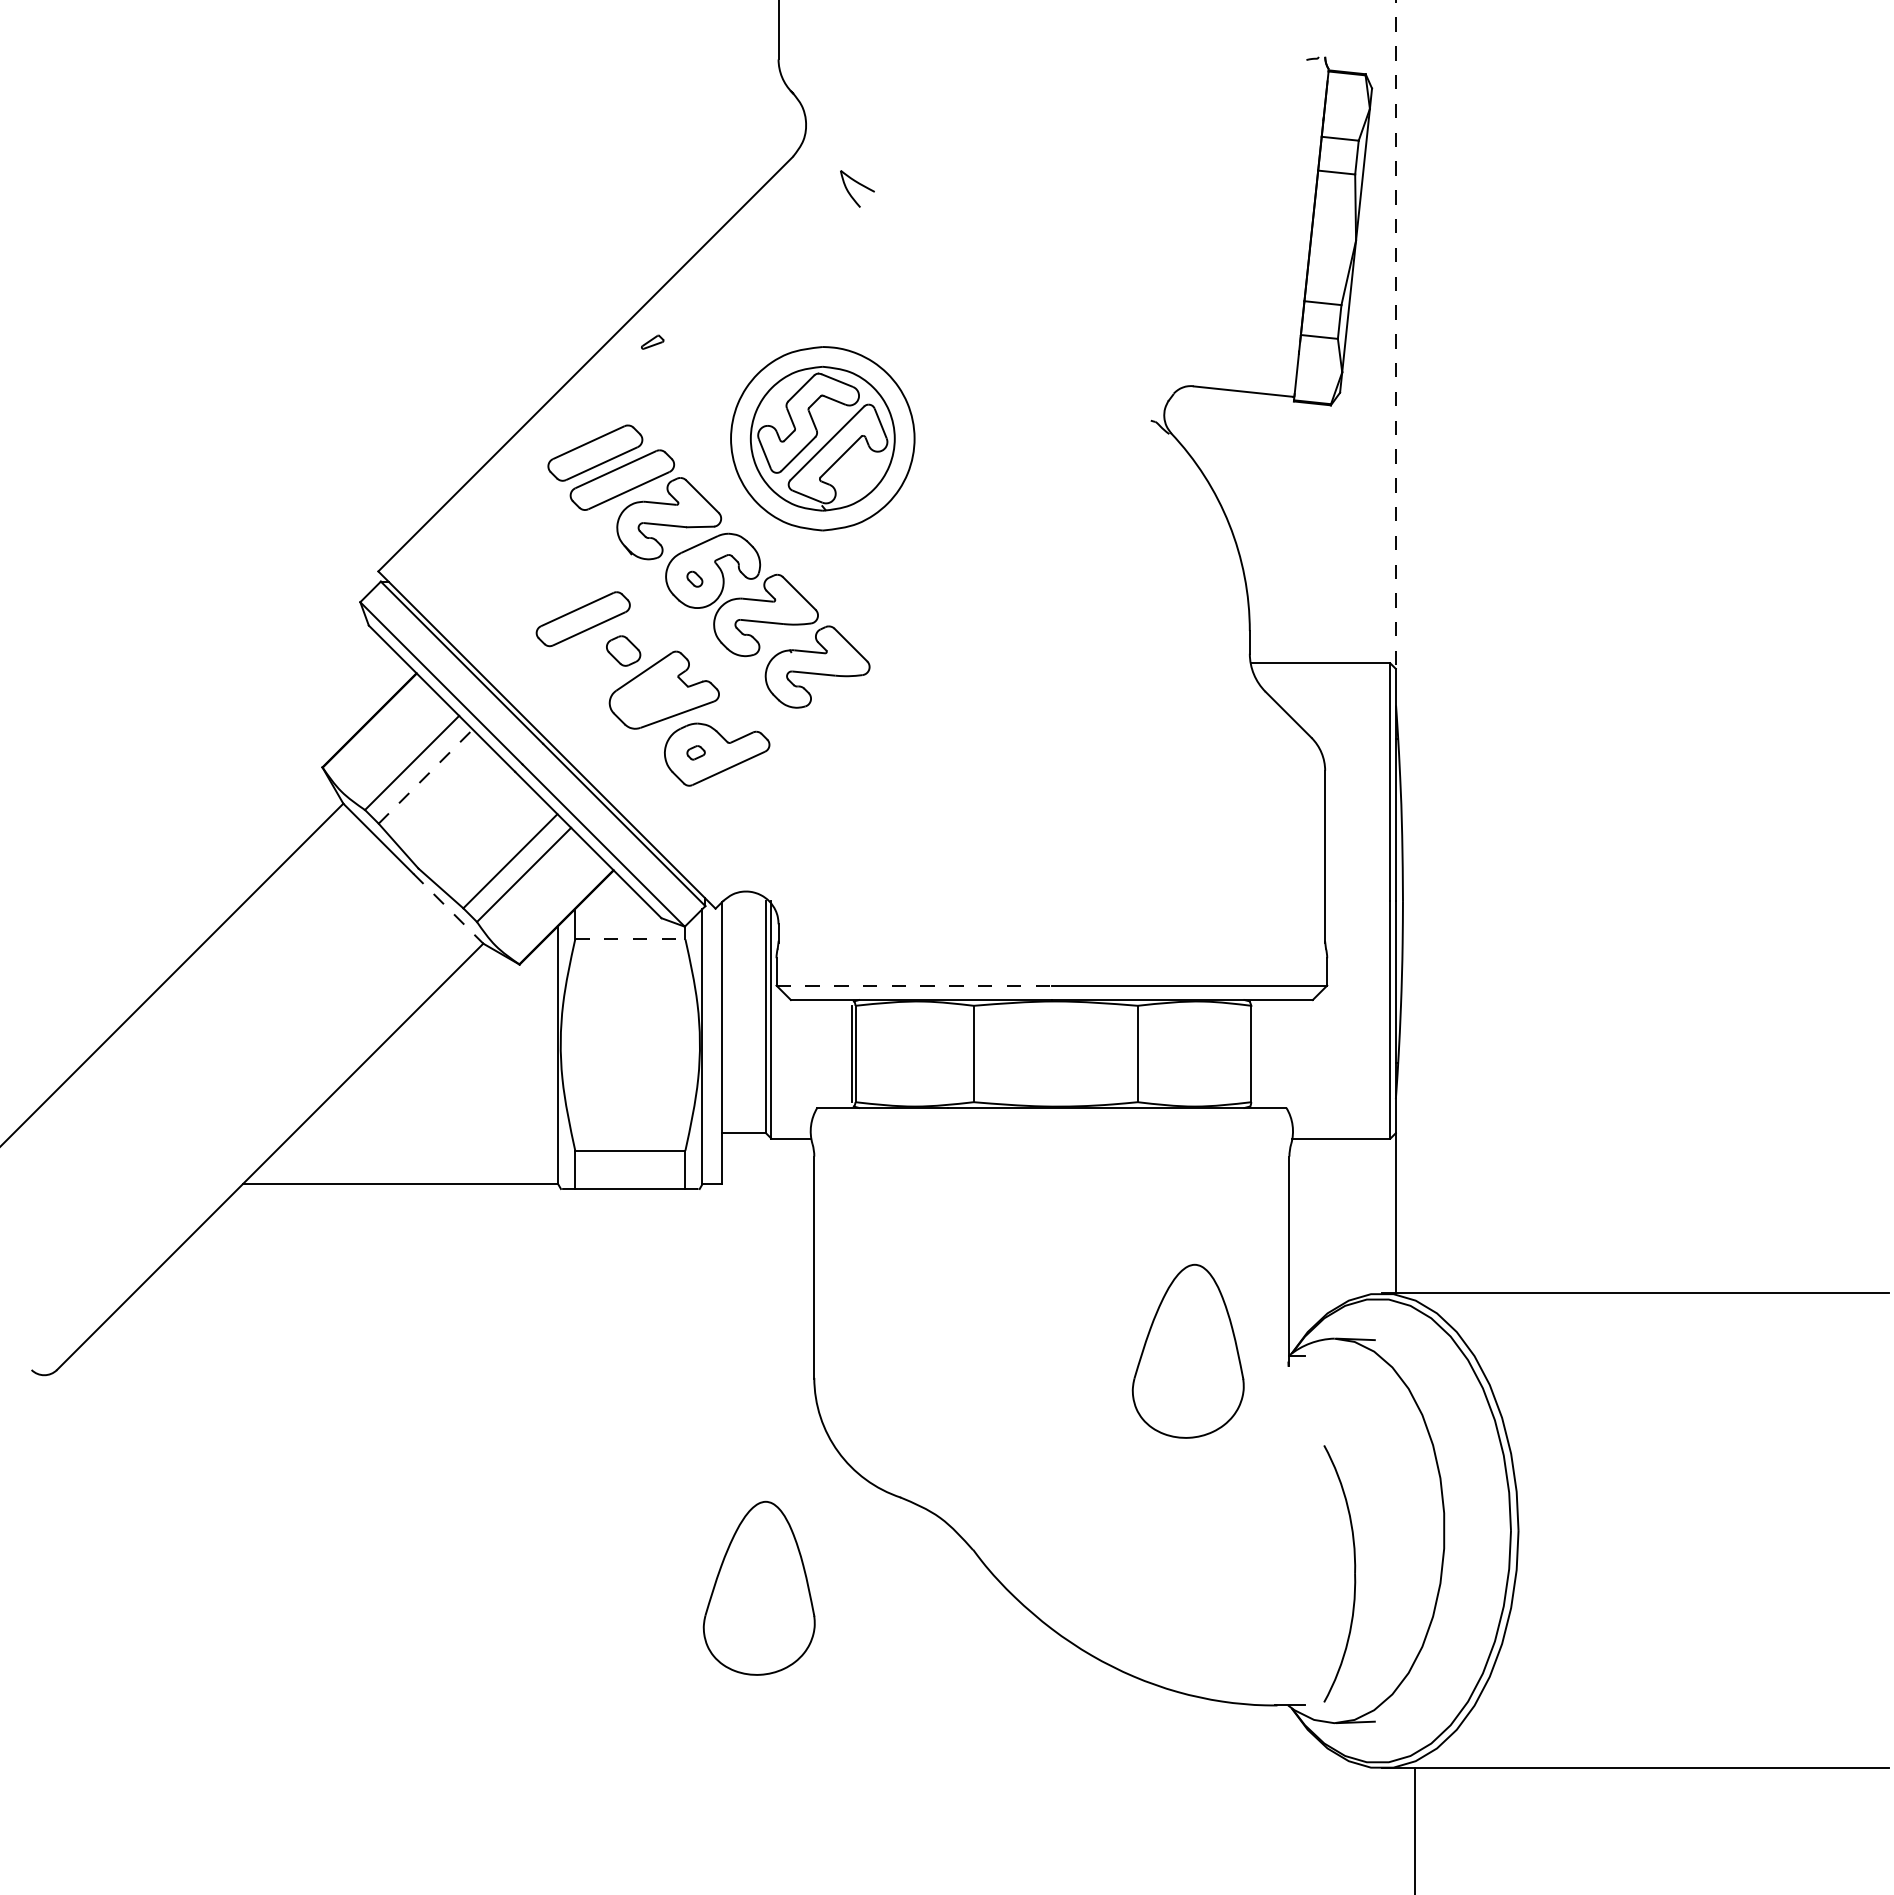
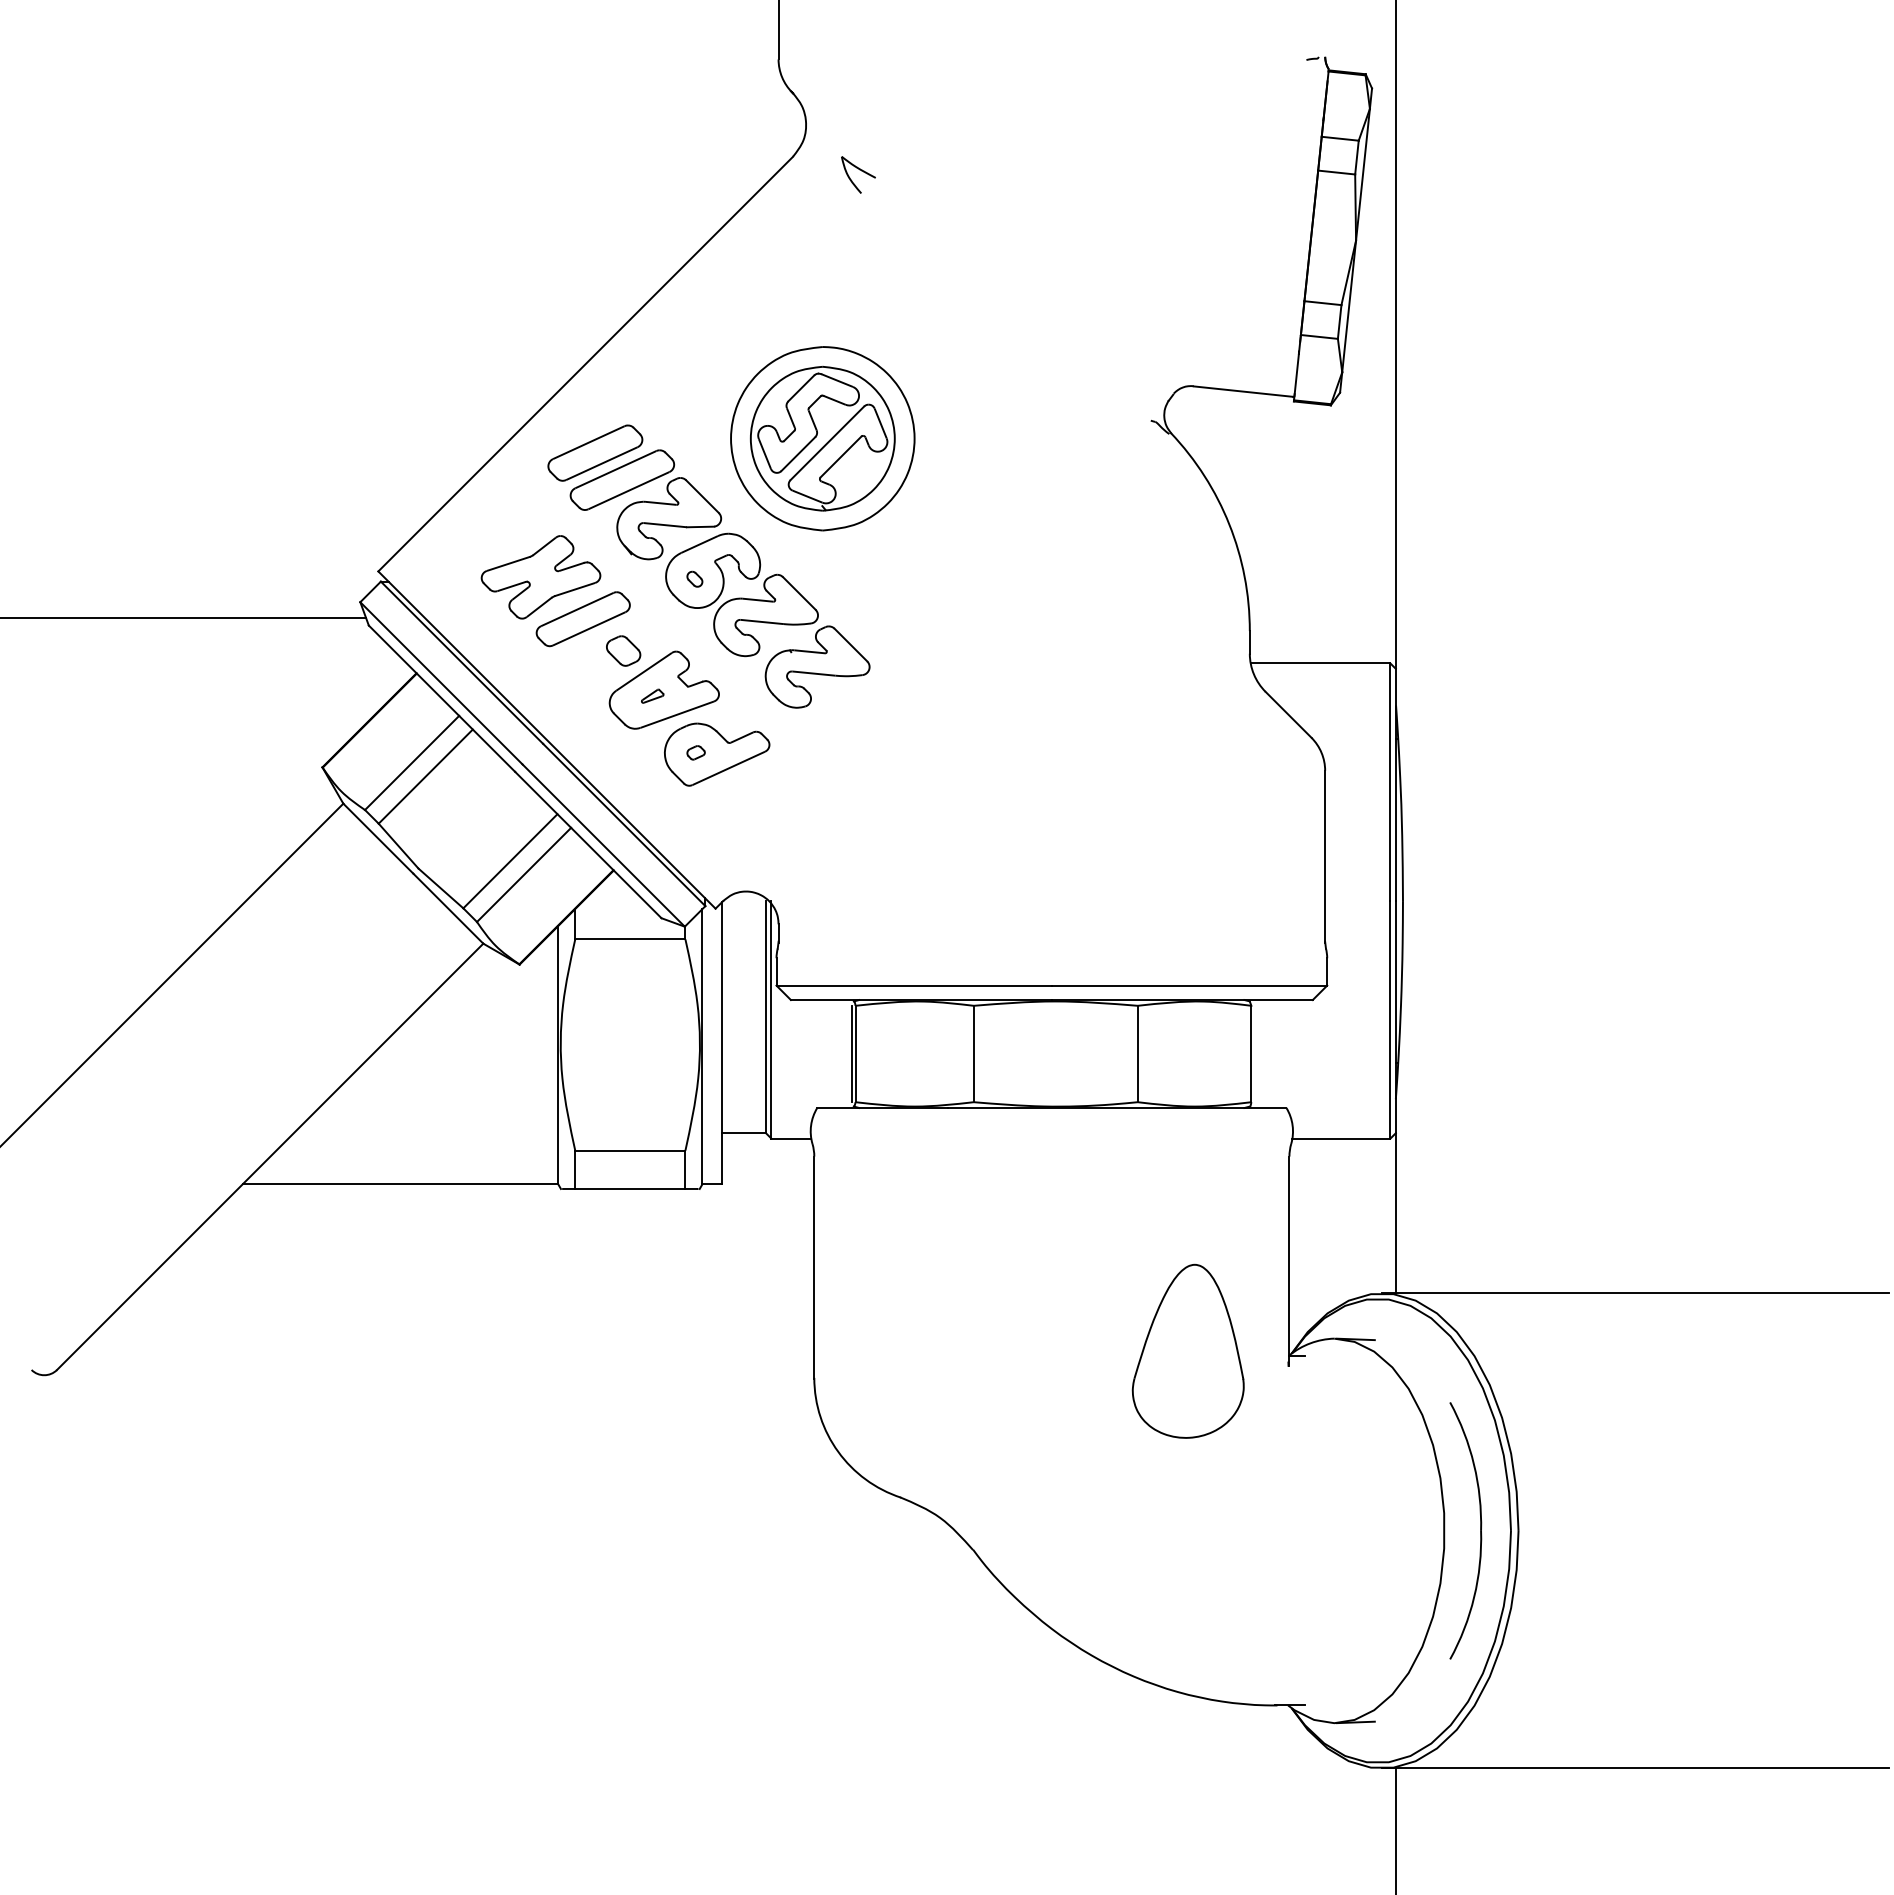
part at (857, 188) position: (857, 188) -> (858, 174)
line at (1395, 335): dashed -> solid
part at (652, 341) position: (652, 341) -> (652, 695)
part at (540, 577): none -> present
line at (183, 617): none -> present
line at (425, 776): dashed -> solid
line at (448, 909): dashed -> solid
line at (630, 939): dashed -> solid
line at (914, 985): dashed -> solid
part at (1354, 1573) position: (1354, 1573) -> (1480, 1530)
part at (758, 1587): present -> none
line at (1414, 1829) position: (1414, 1829) -> (1395, 1829)
